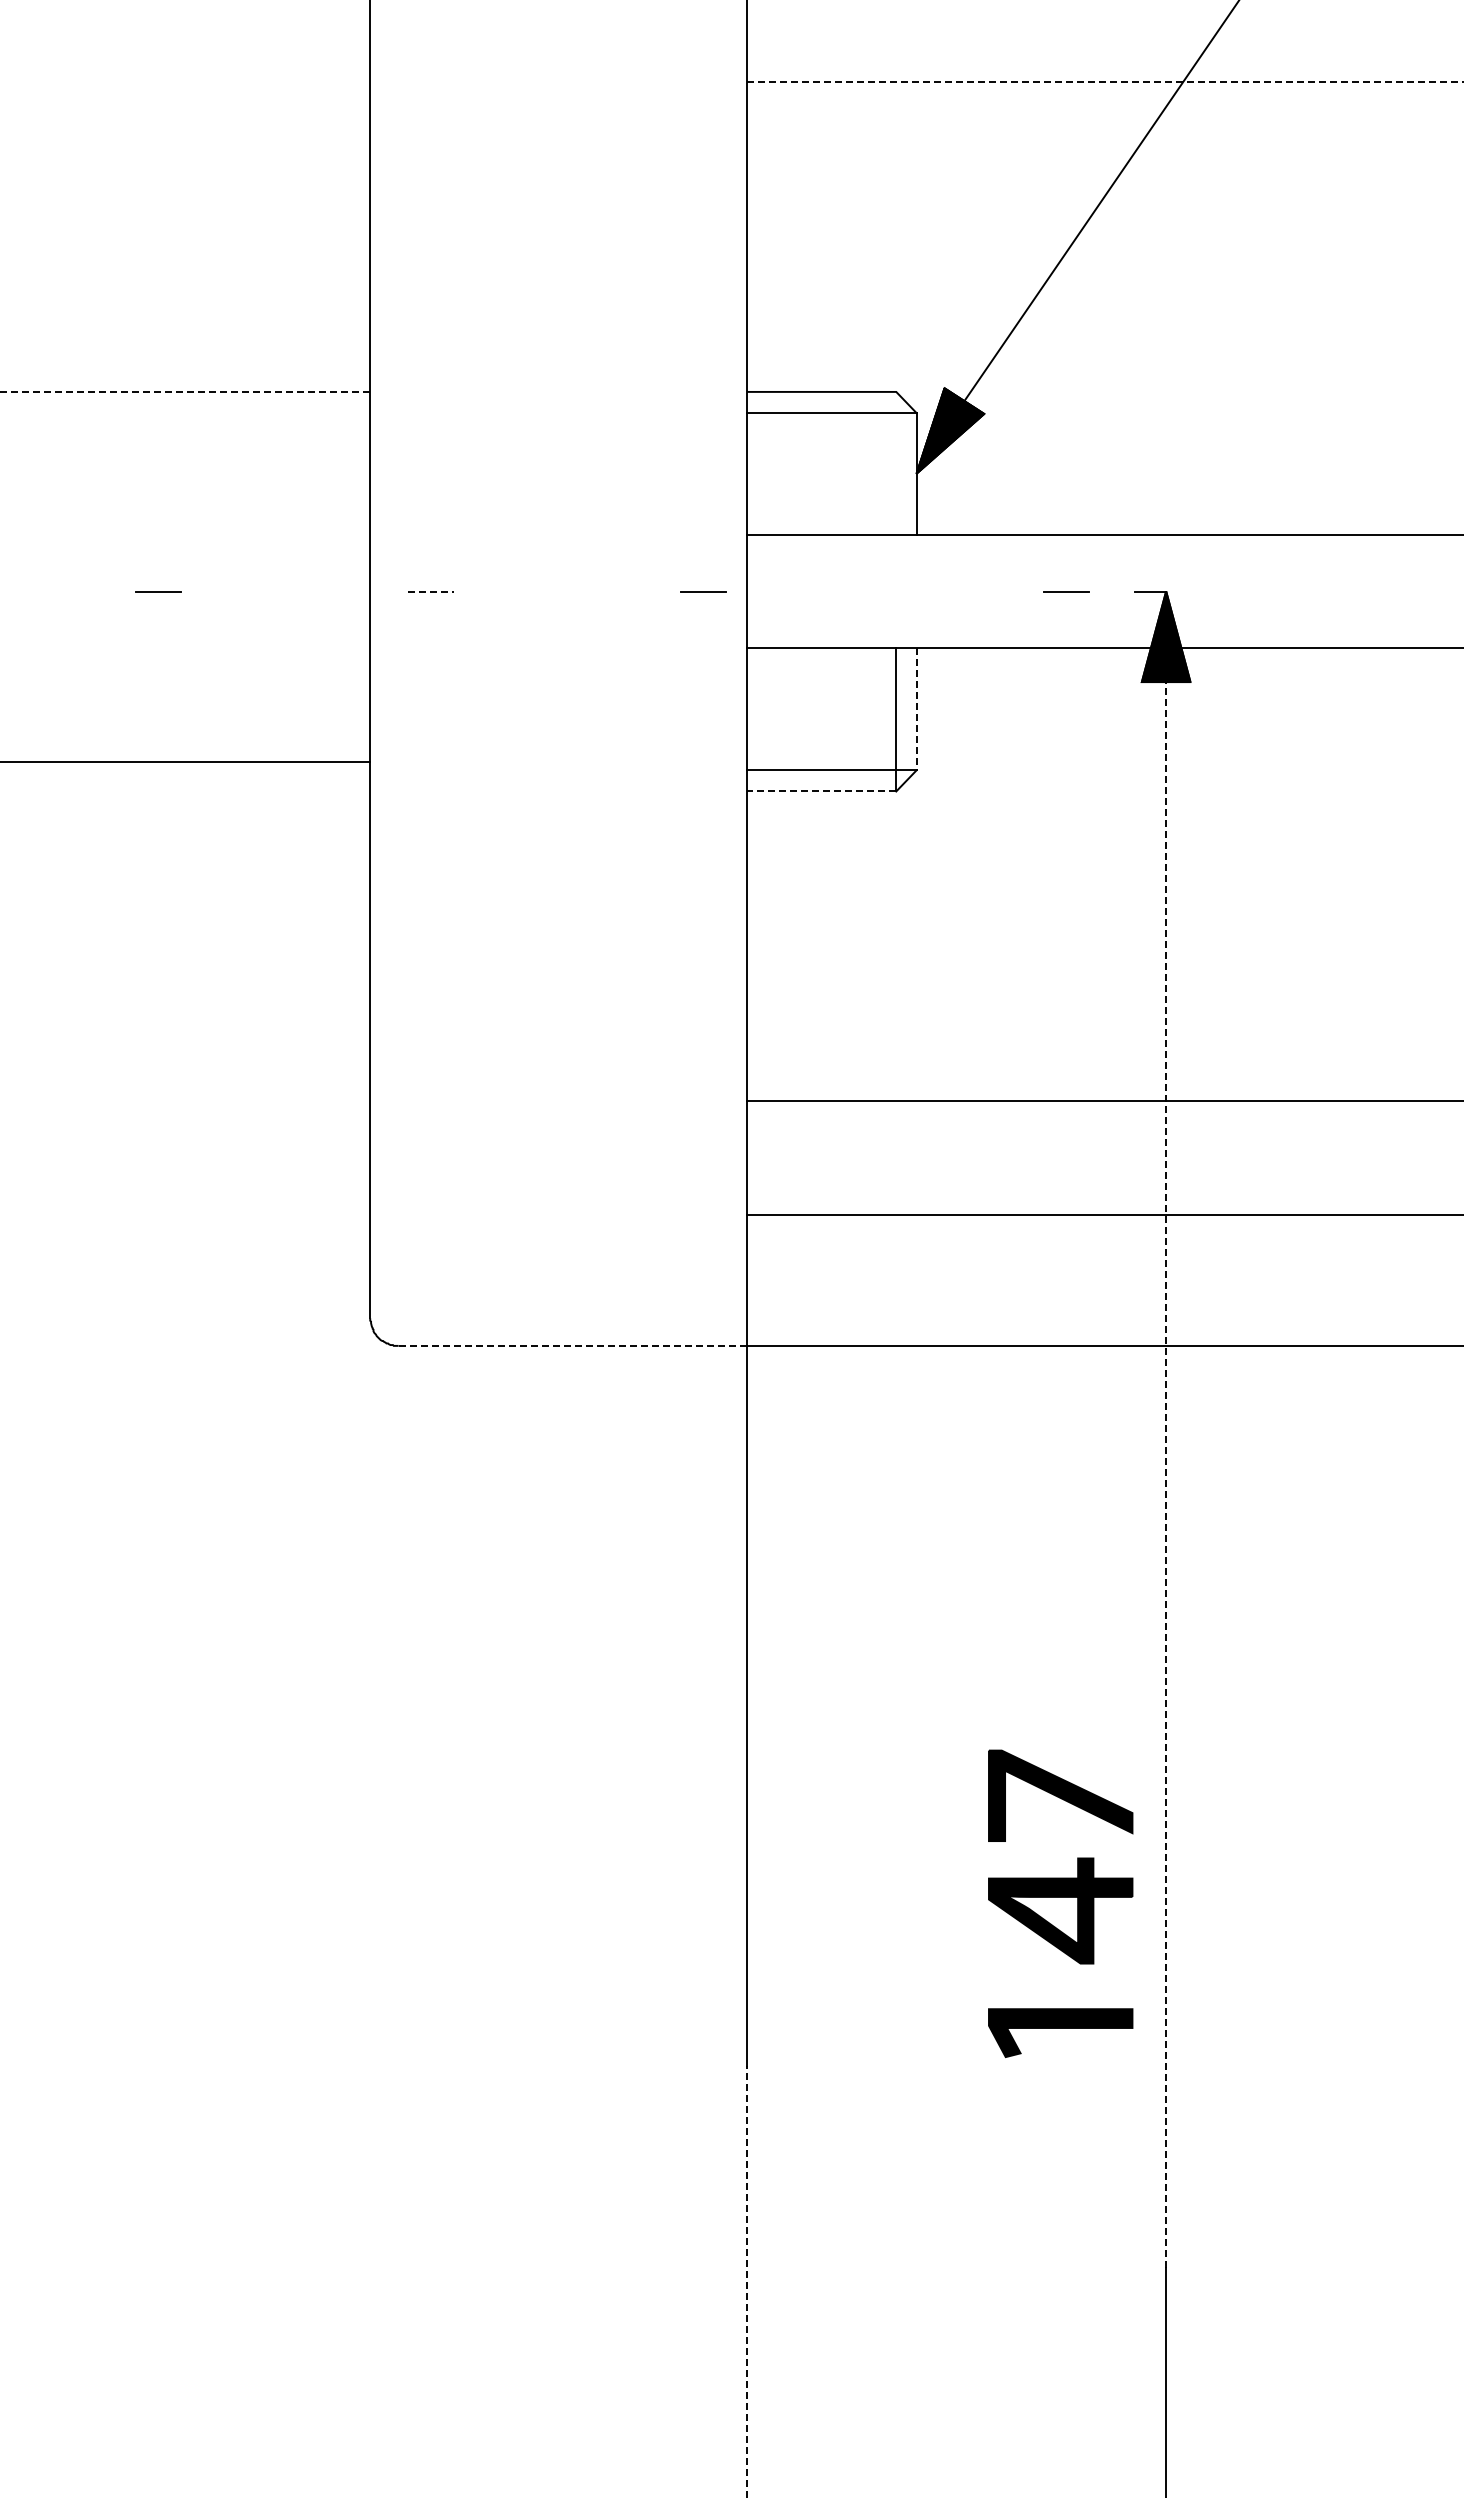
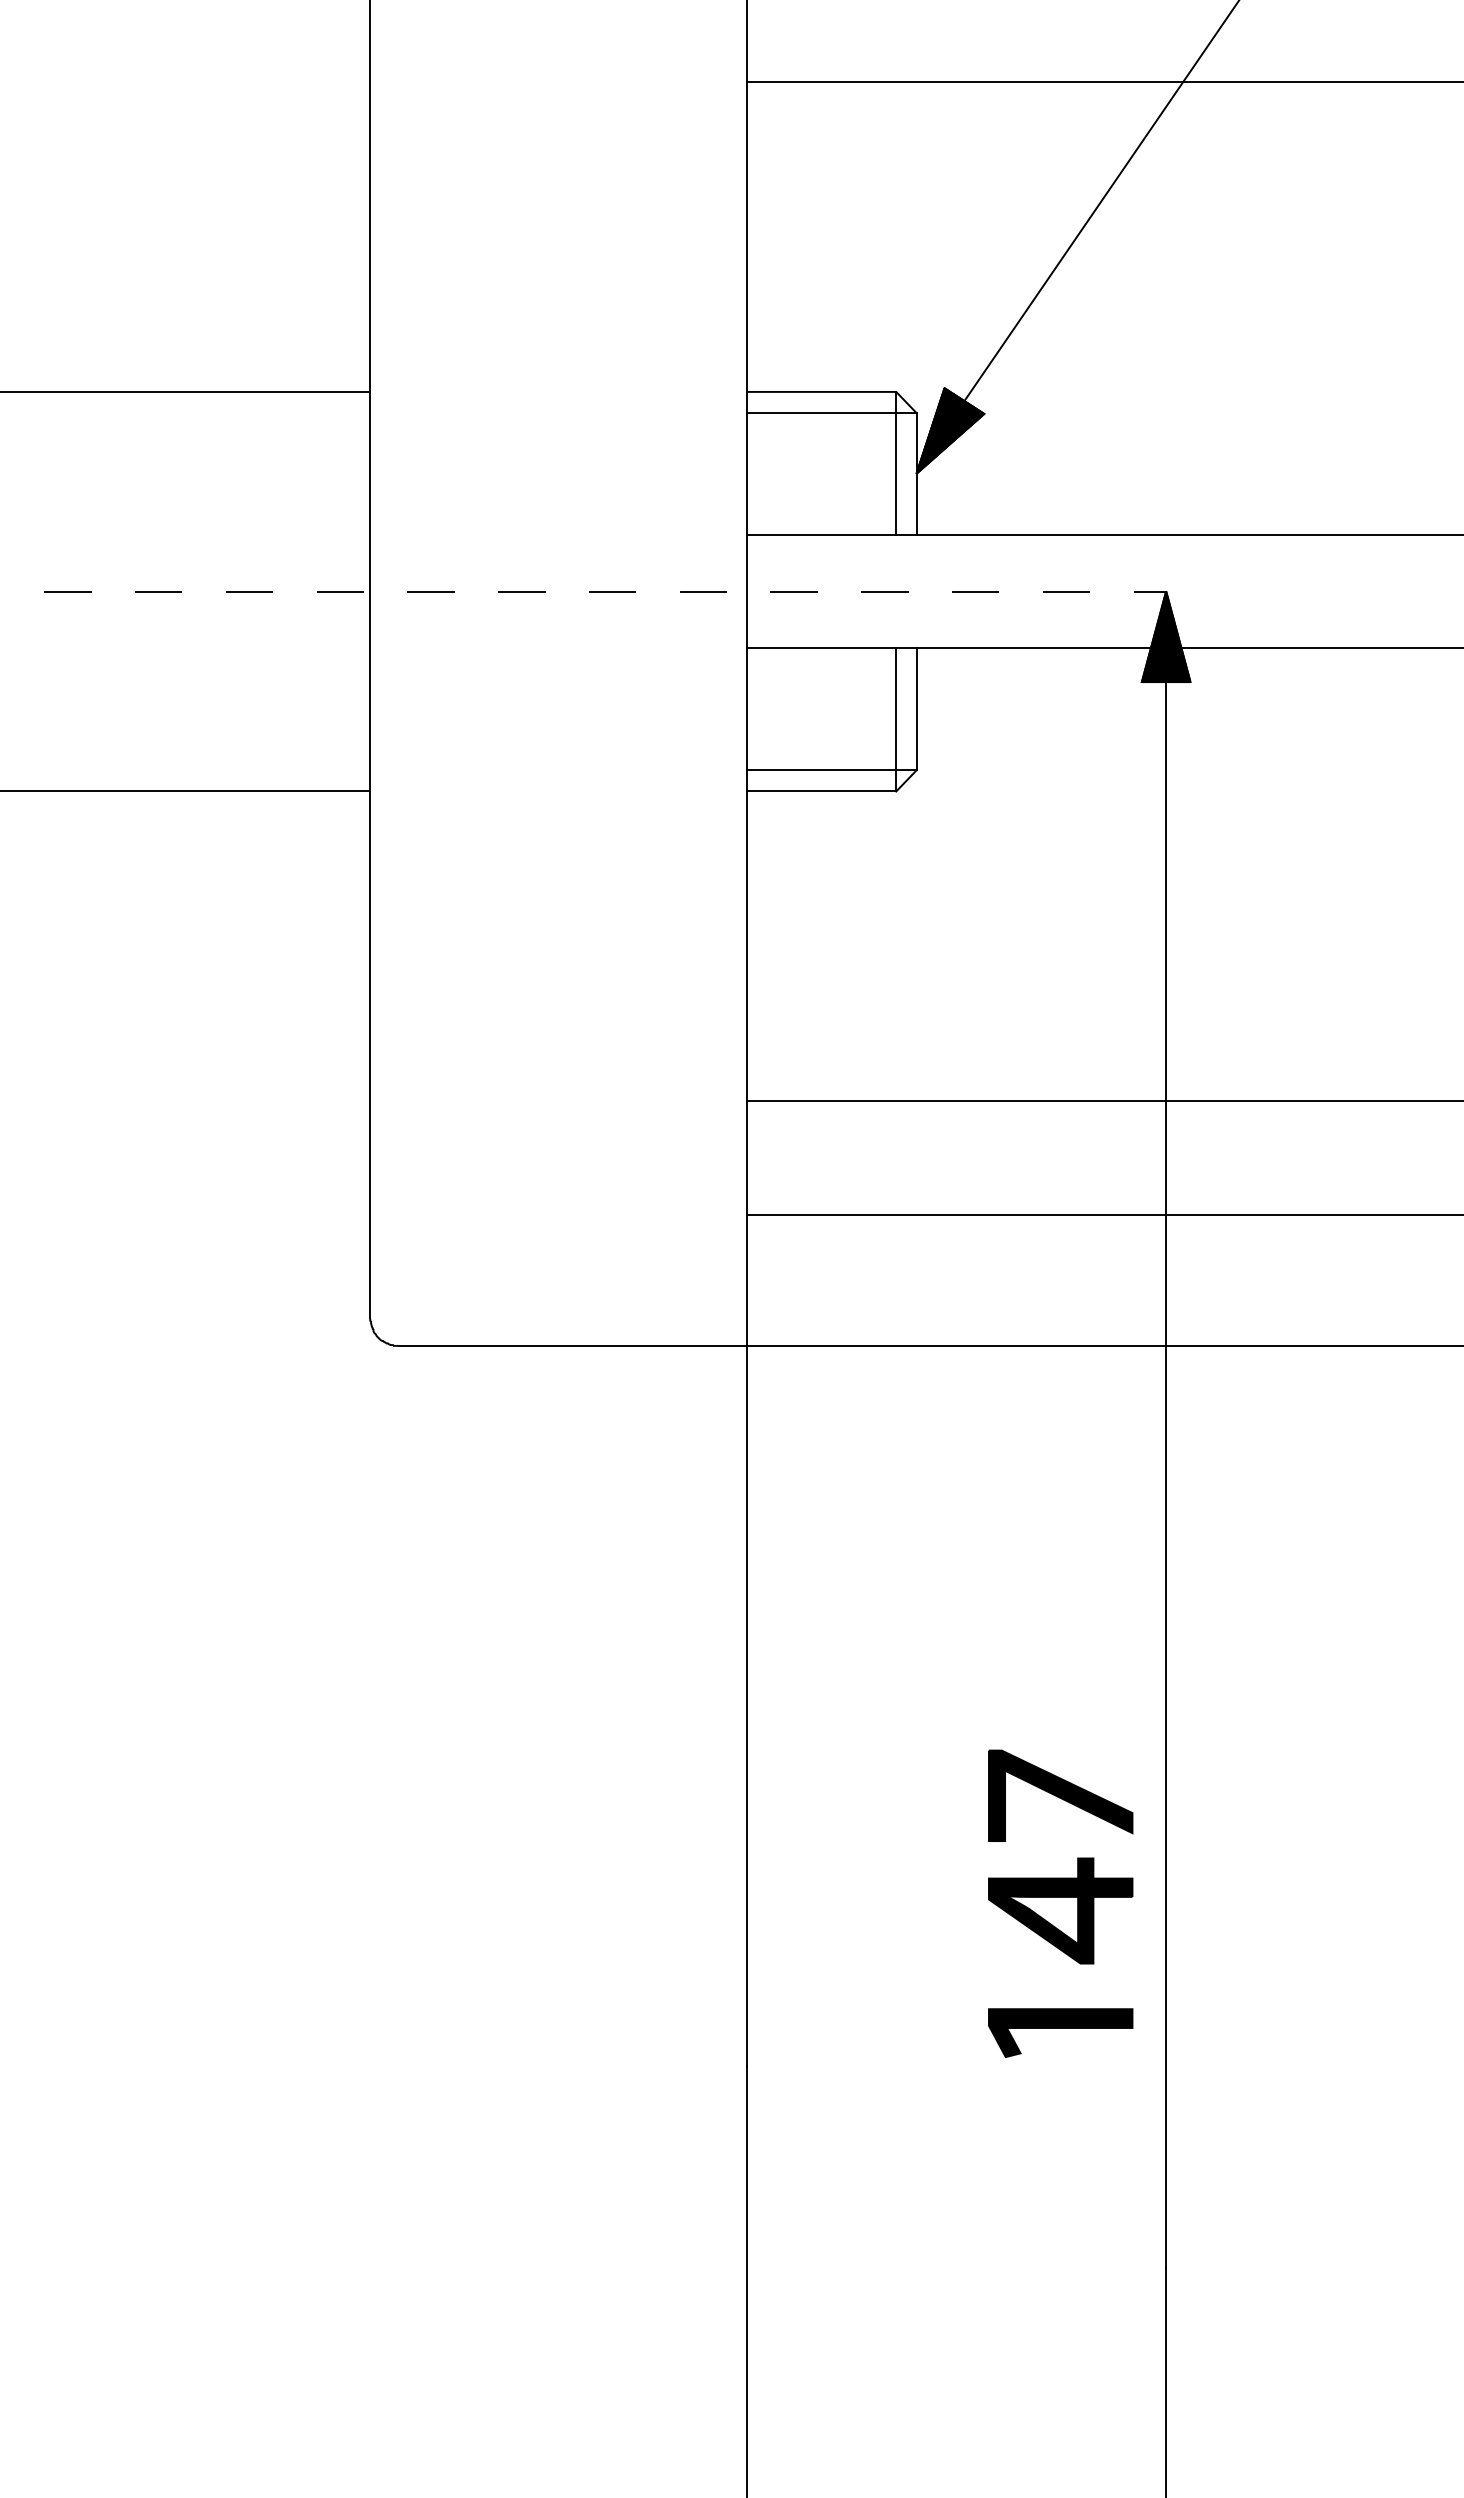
line at (1105, 82): dashed -> solid
line at (185, 391): dashed -> solid
line at (896, 462): none -> present
line at (521, 591): none -> present
line at (612, 591): none -> present
line at (793, 591): none -> present
line at (884, 591): none -> present
line at (67, 592): none -> present
line at (249, 592): none -> present
line at (339, 592): none -> present
line at (431, 592): dashed -> solid
line at (975, 592): none -> present
line at (916, 709): dashed -> solid
line at (186, 762) position: (186, 762) -> (186, 791)
line at (821, 791): dashed -> solid
line at (572, 1345): dashed -> solid
line at (1166, 1457): dashed -> solid
line at (747, 2281): dashed -> solid
